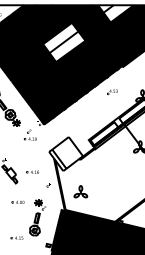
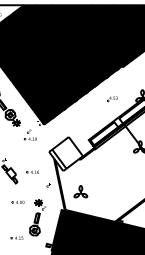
fill at (115, 13): none -> present
fill at (64, 42): none -> present
part at (112, 92) position: (112, 92) -> (112, 99)
